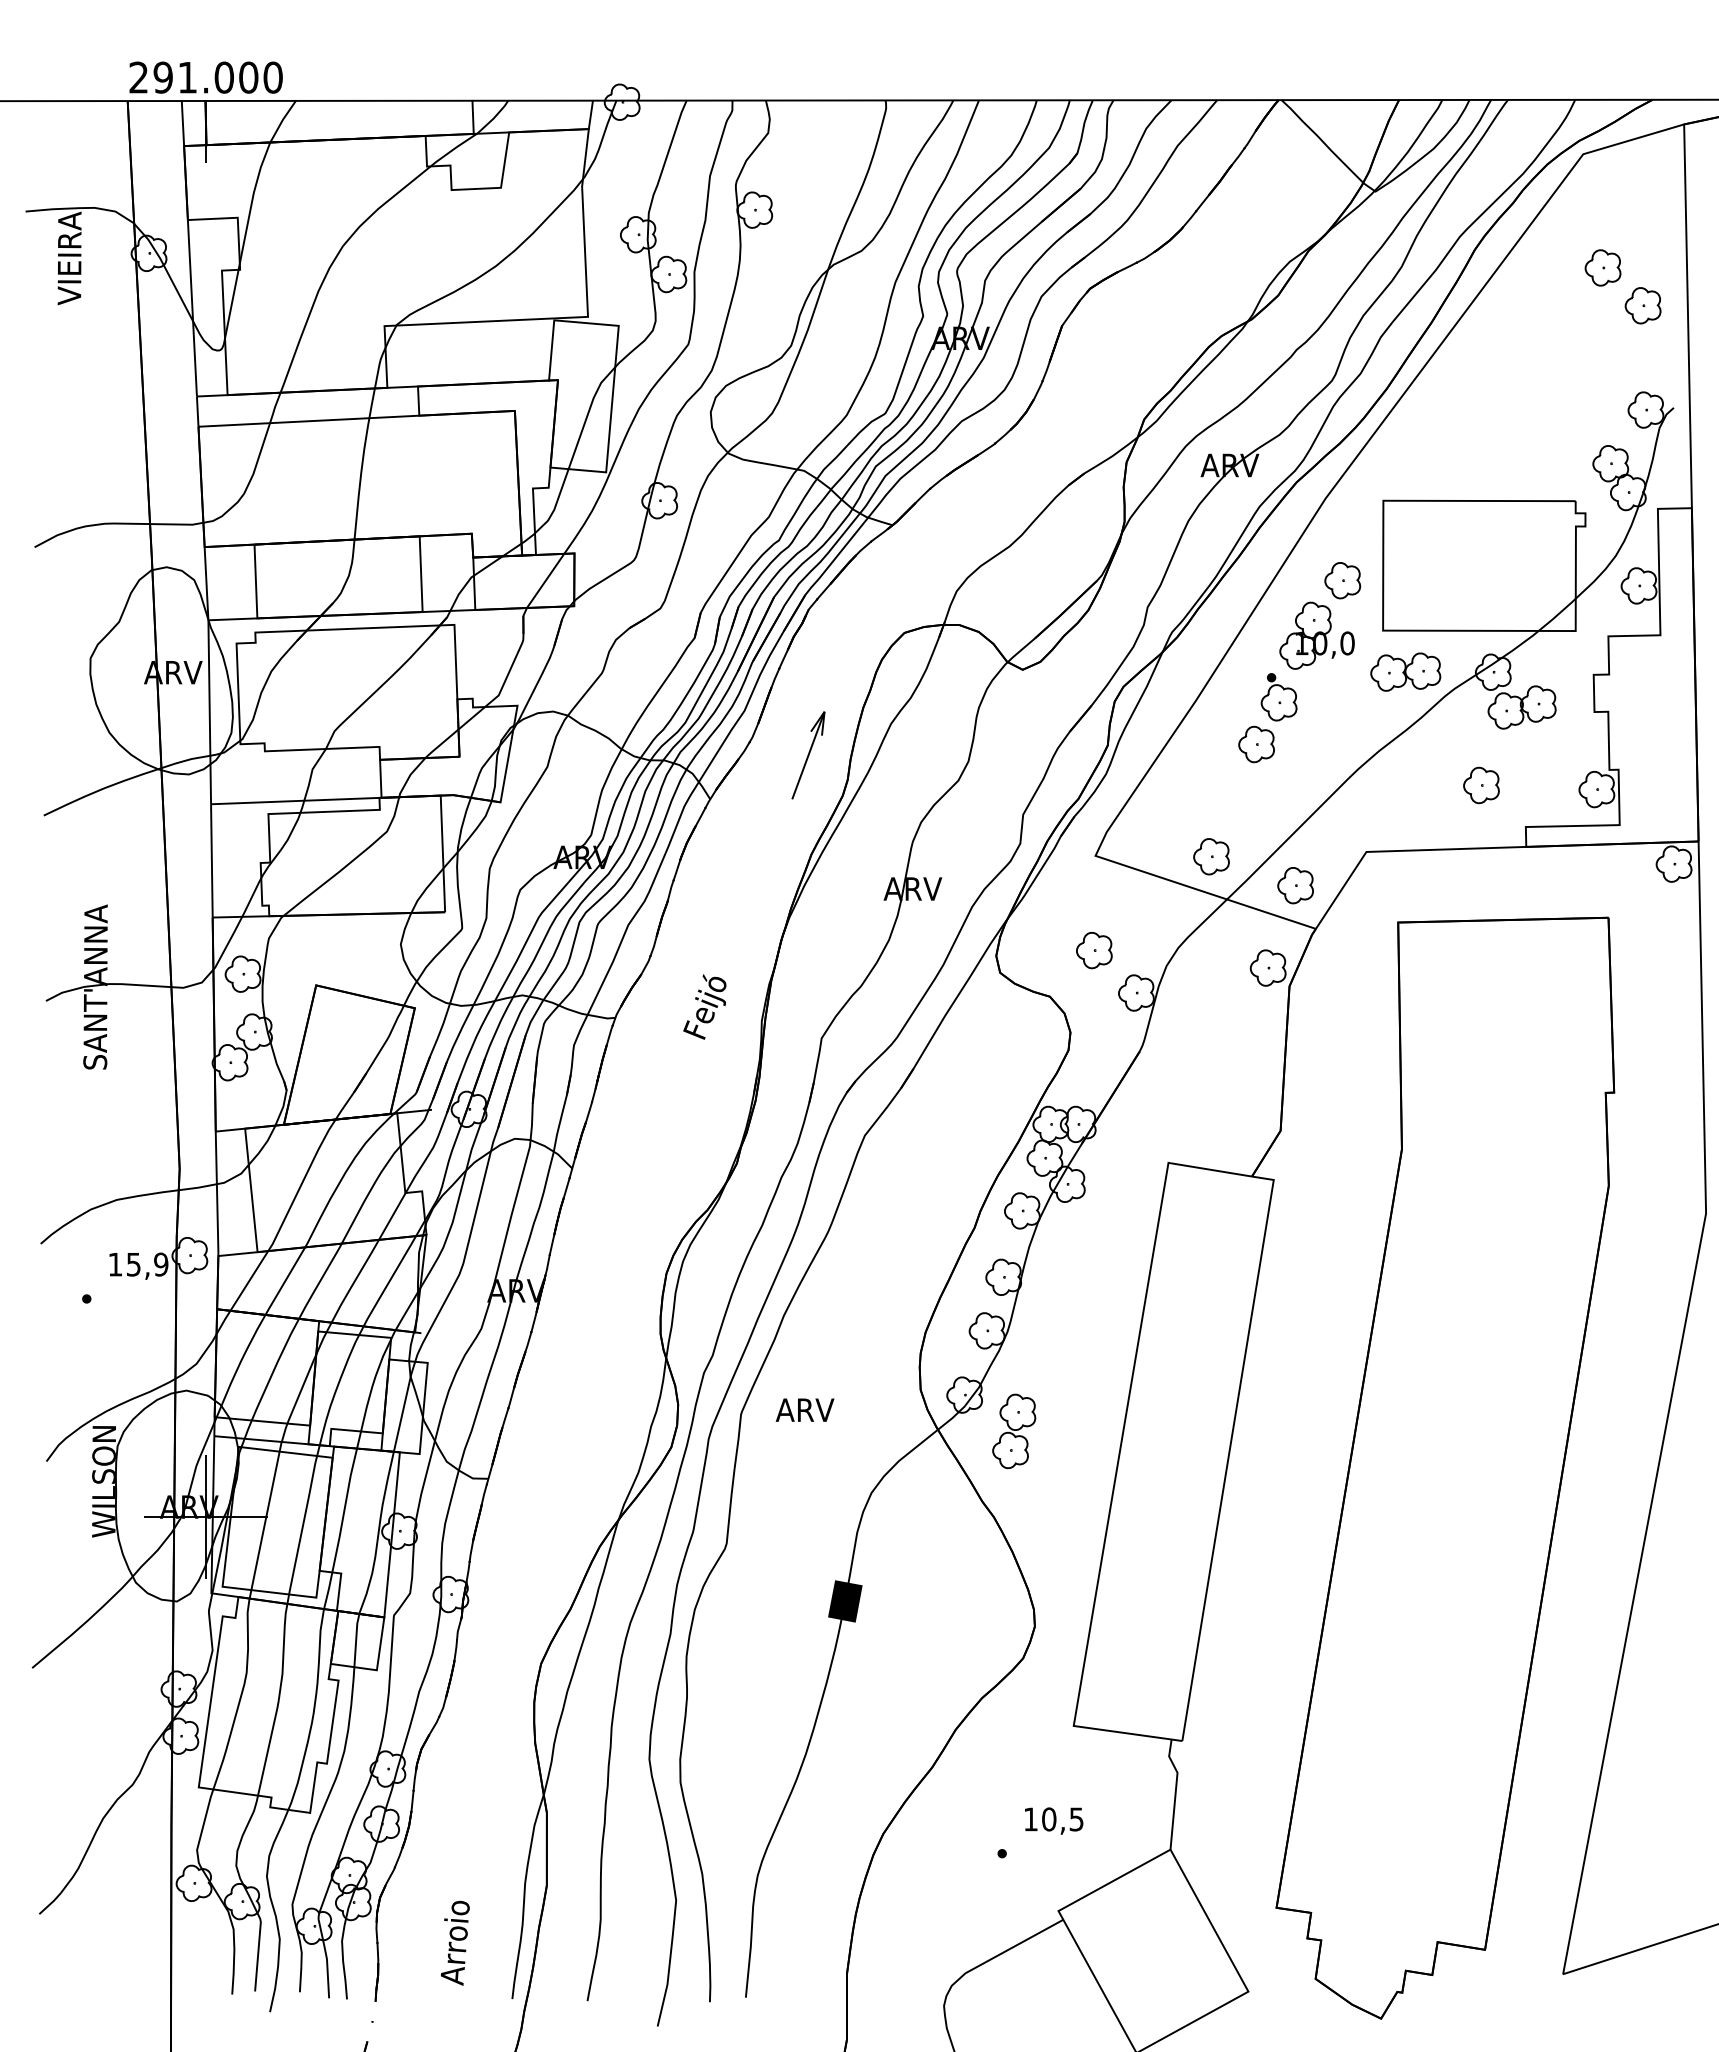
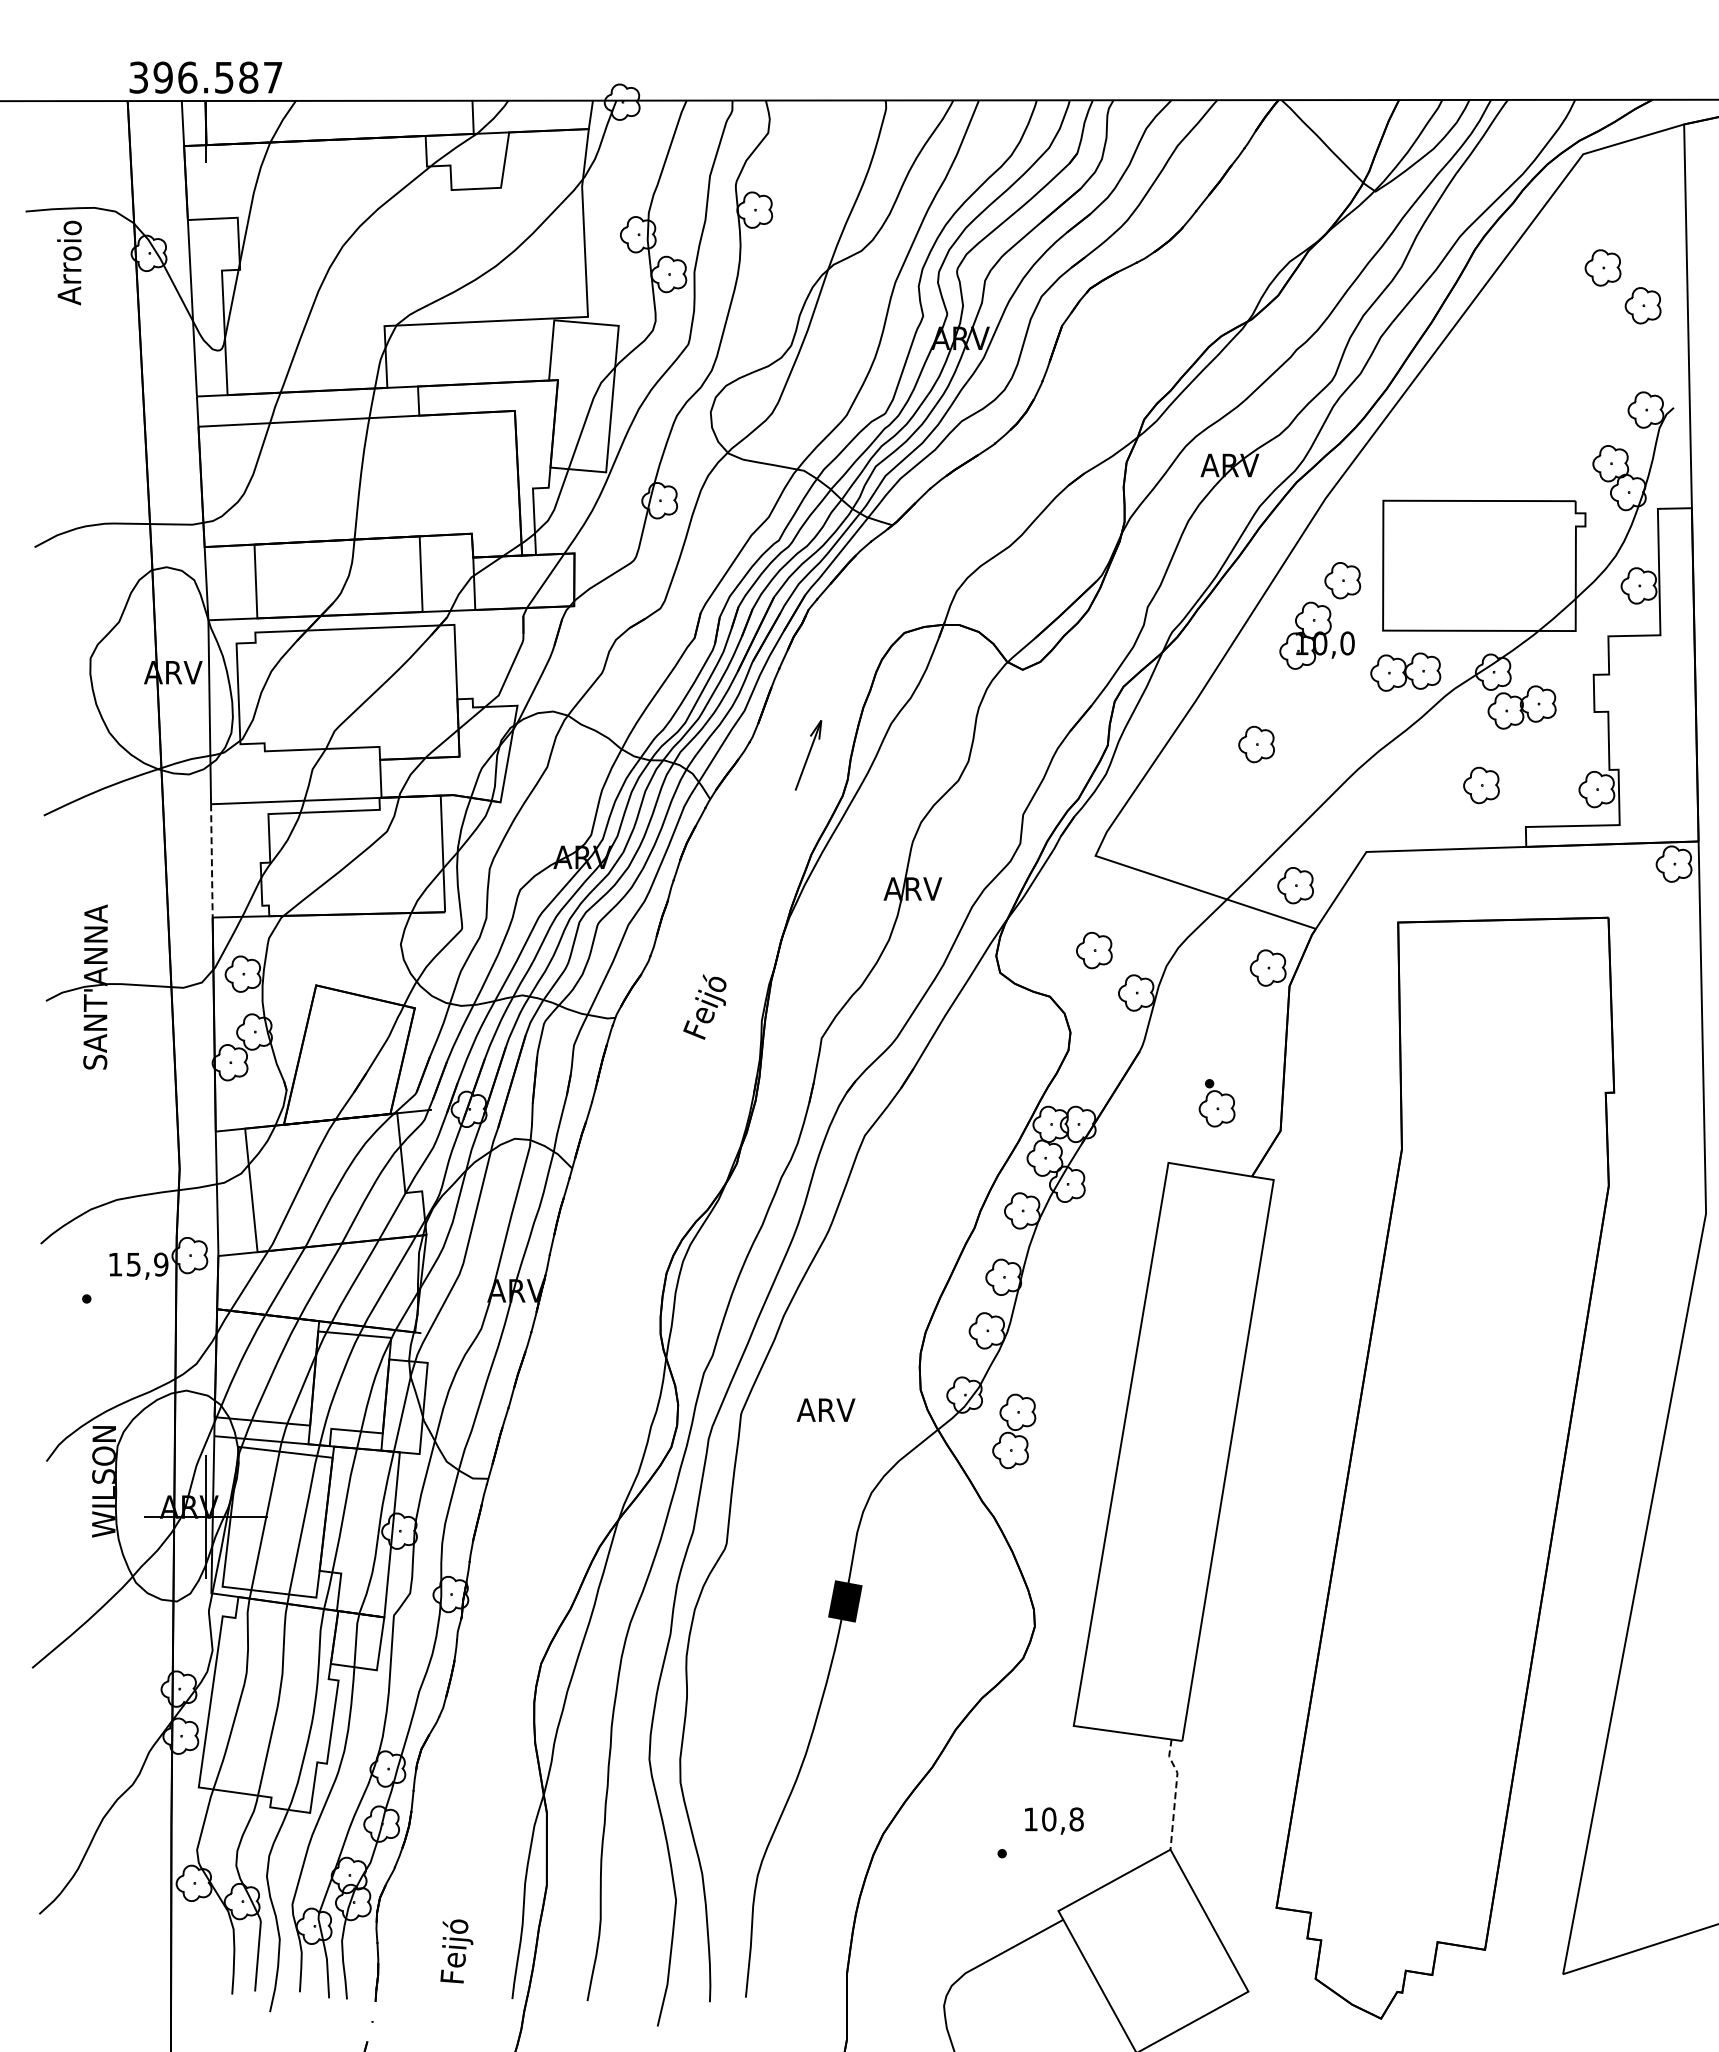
text at (205, 77): 291.000 -> 396.587
text at (69, 258): VIEIRA -> Arroio
part at (1278, 697) position: (1278, 697) -> (1216, 1103)
part at (808, 755) size: 35x89 px -> 28x71 px
part at (1211, 856): present -> none
line at (211, 860): solid -> dashed
text at (804, 1409) position: (804, 1409) -> (825, 1409)
line at (1175, 1792): solid -> dashed
text at (1076, 1819): 10,5 -> 10,8
text at (456, 1942): Arroio -> Feijó
